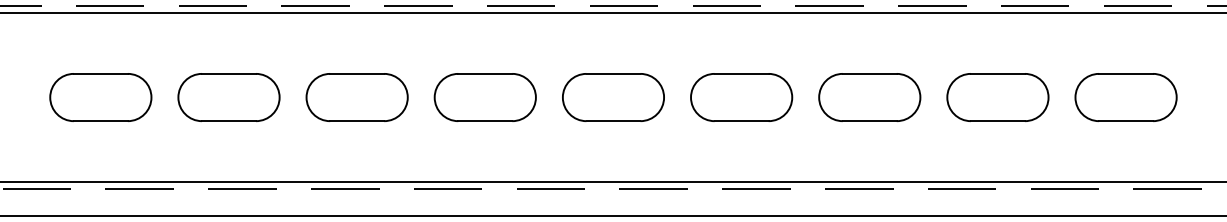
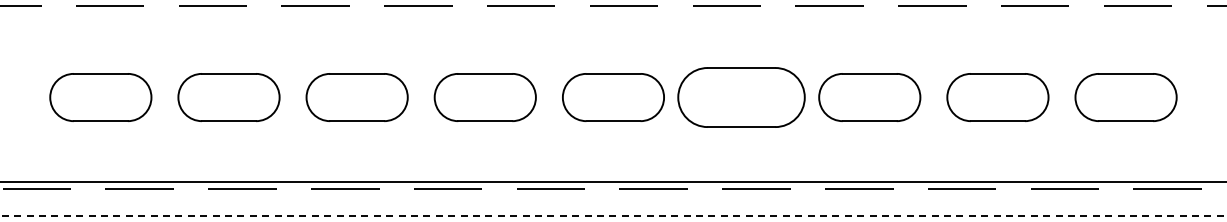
line at (612, 13): present -> none
part at (741, 97) size: 104x49 px -> 129x61 px
line at (613, 215): solid -> dashed
